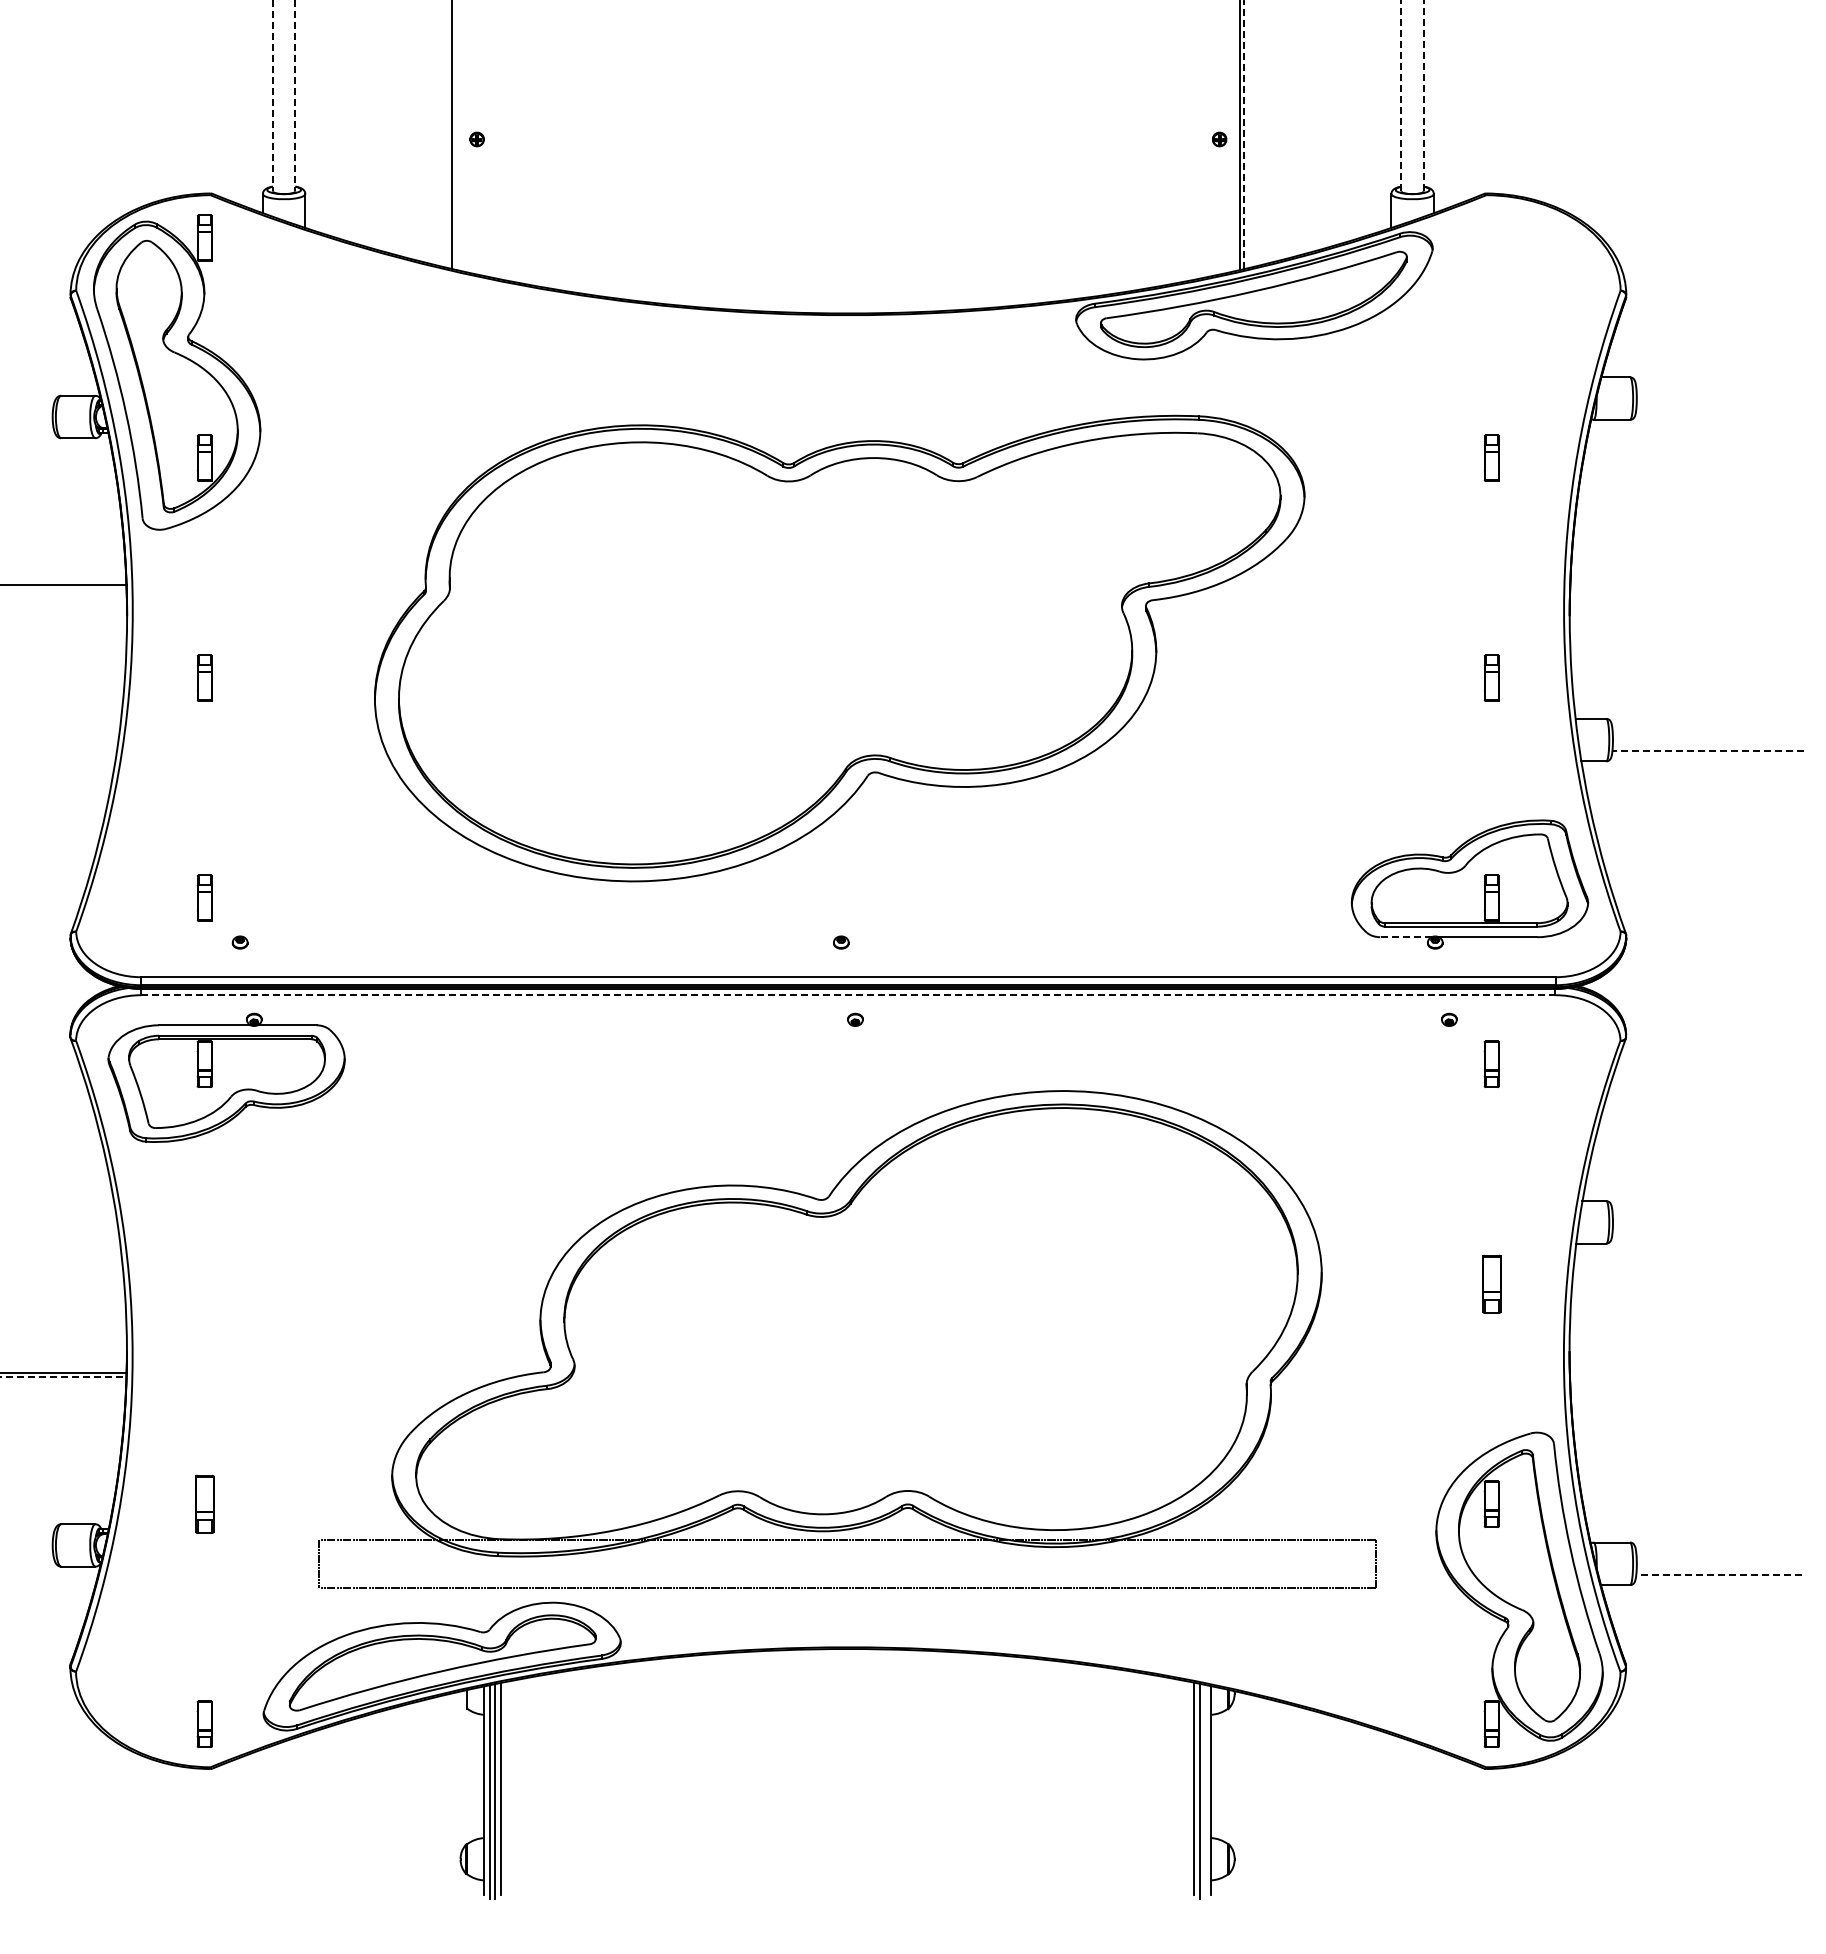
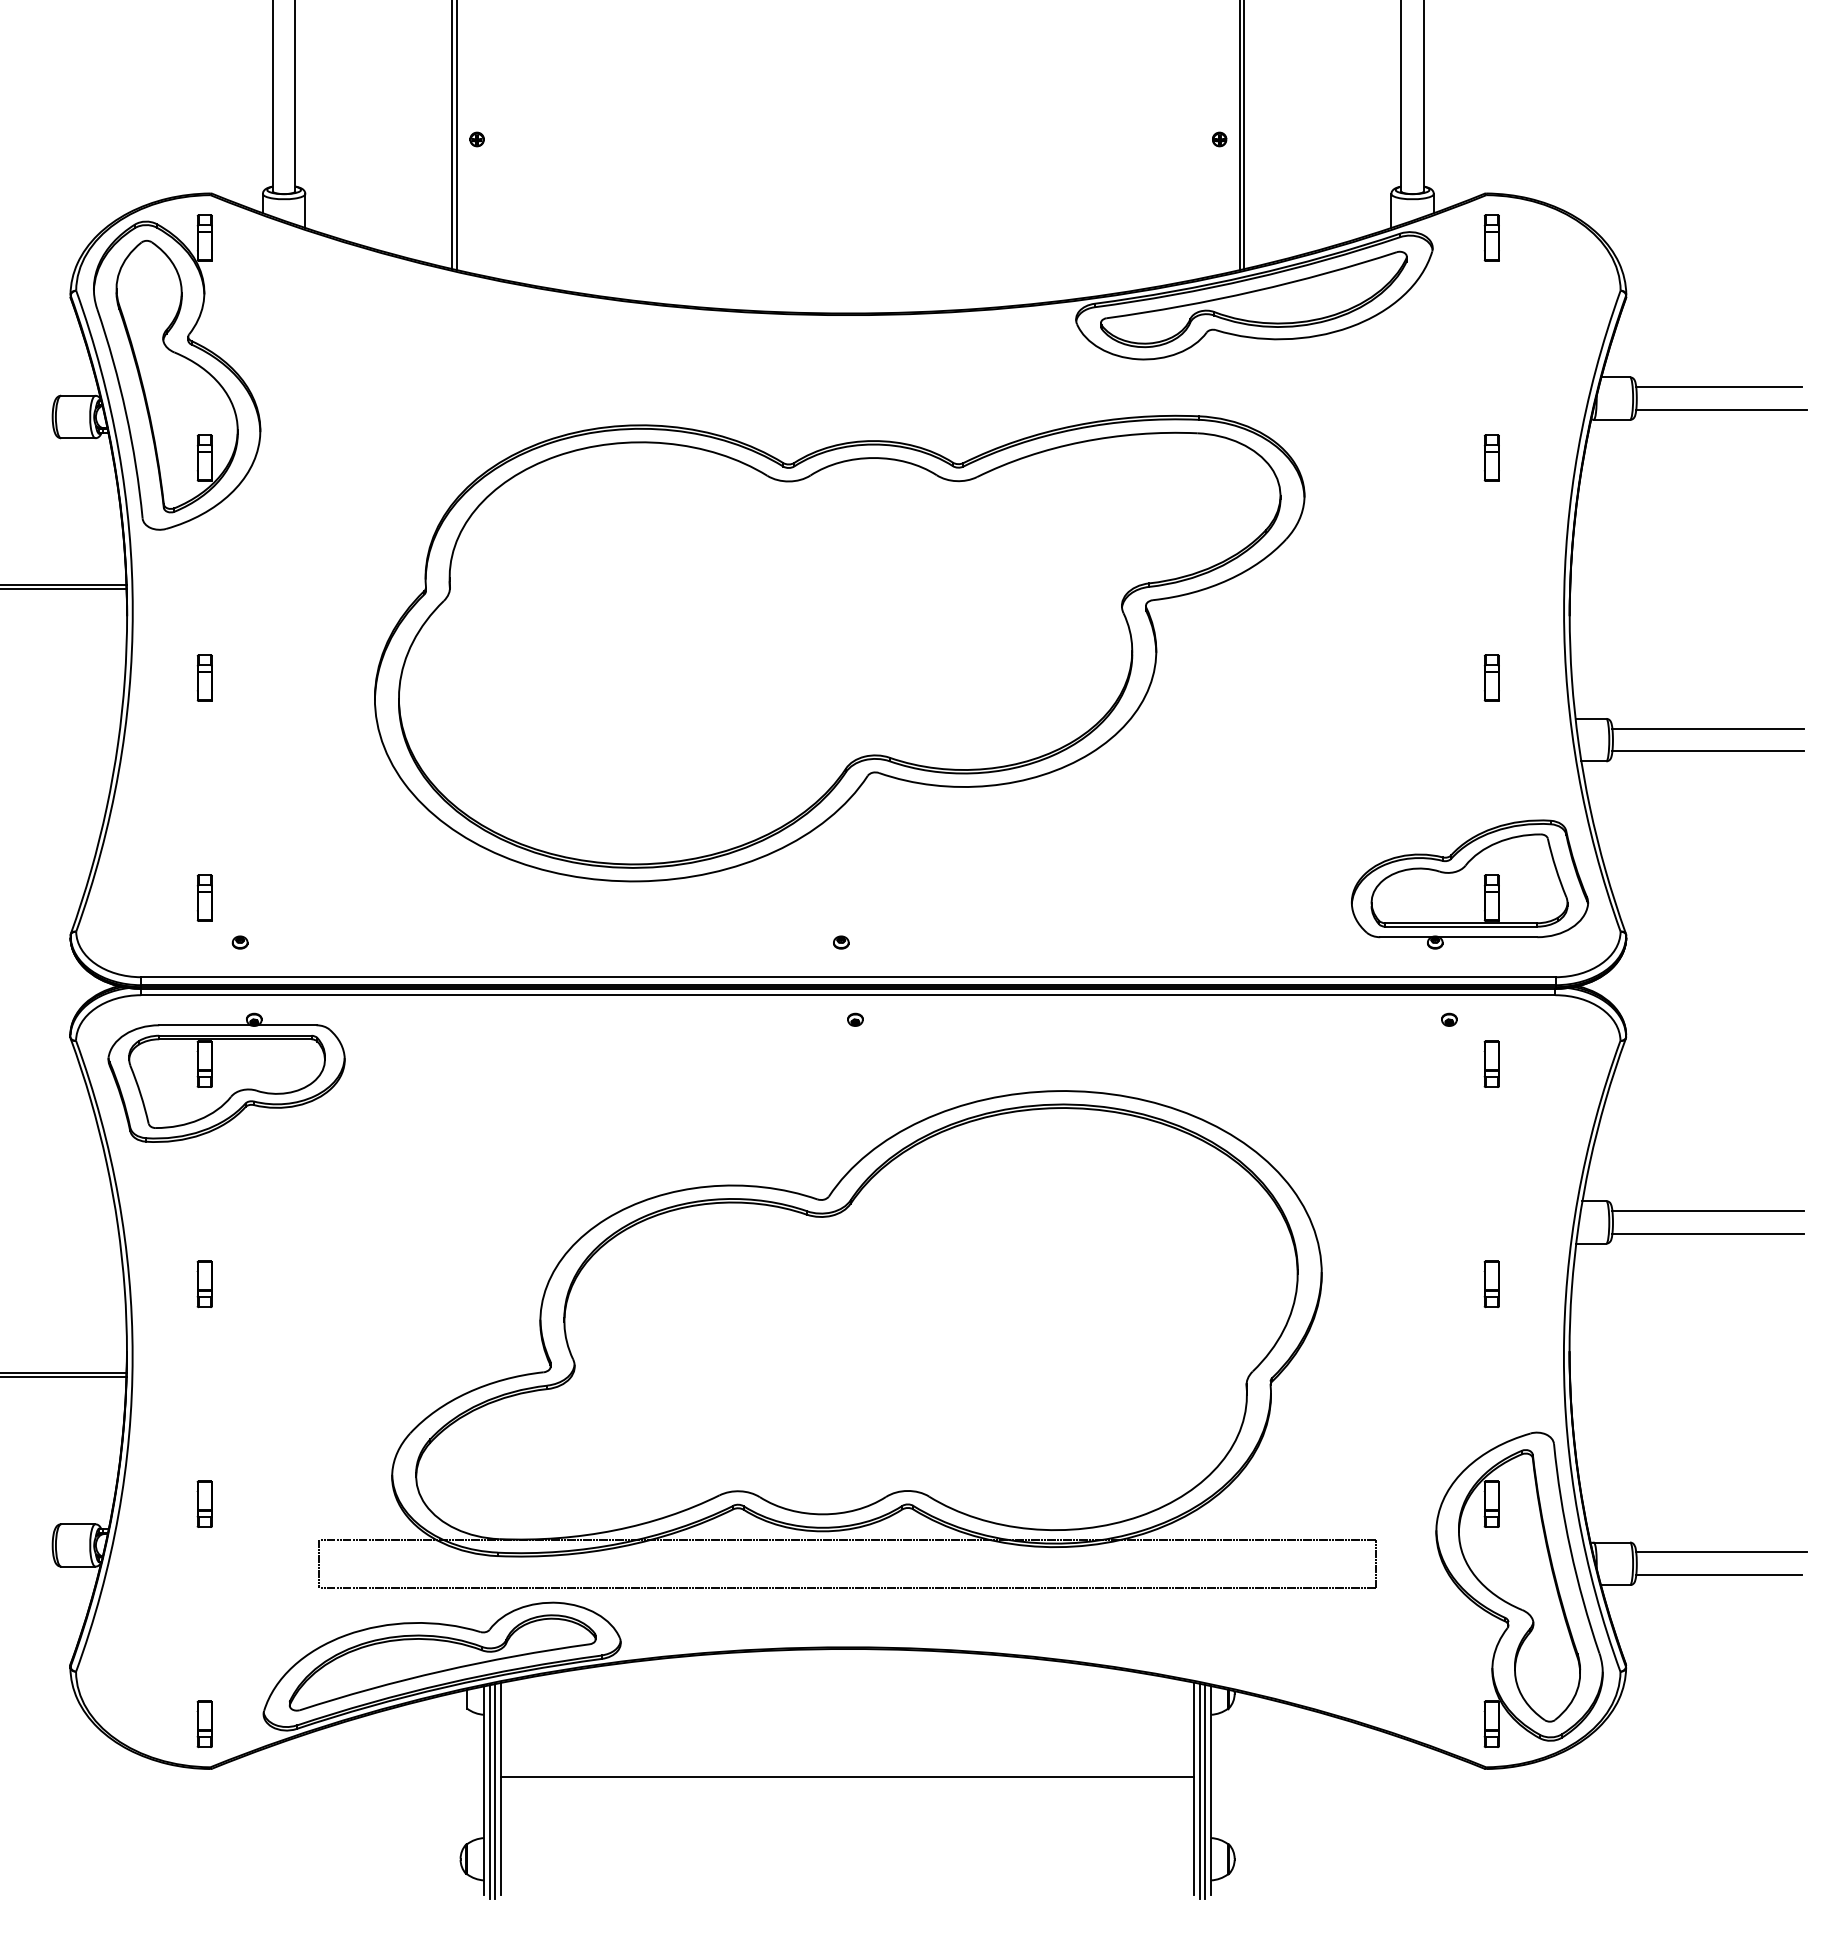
line at (1401, 95): dashed -> solid
line at (1423, 95): dashed -> solid
line at (272, 96): dashed -> solid
line at (295, 96): dashed -> solid
line at (1244, 134): dashed -> solid
line at (456, 136): none -> present
part at (1491, 237): none -> present
line at (1719, 387): none -> present
line at (1721, 409): none -> present
line at (64, 589): none -> present
line at (1708, 728): none -> present
line at (1708, 751): dashed -> solid
line at (1405, 937): dashed -> solid
line at (848, 995): dashed -> solid
line at (1708, 1211): none -> present
line at (1708, 1233): none -> present
part at (1491, 1283) size: 20x60 px -> 17x49 px
part at (204, 1284): none -> present
line at (63, 1377): dashed -> solid
part at (204, 1503) size: 20x60 px -> 17x48 px
line at (1721, 1552): none -> present
line at (1718, 1575): dashed -> solid
line at (847, 1777): none -> present
line at (1205, 1791): none -> present
